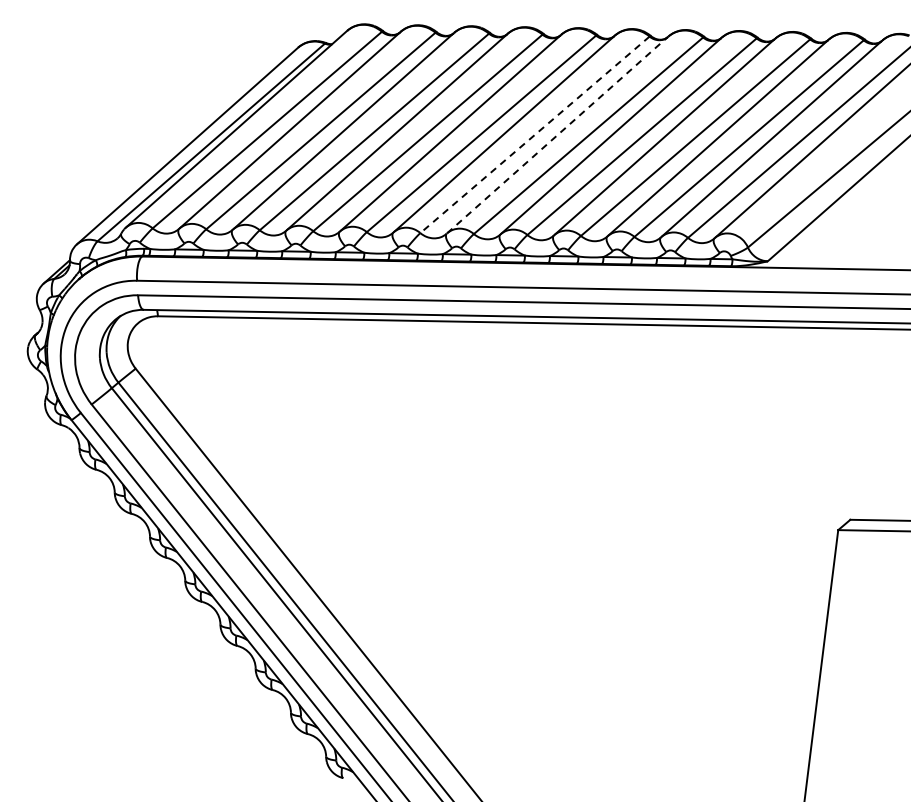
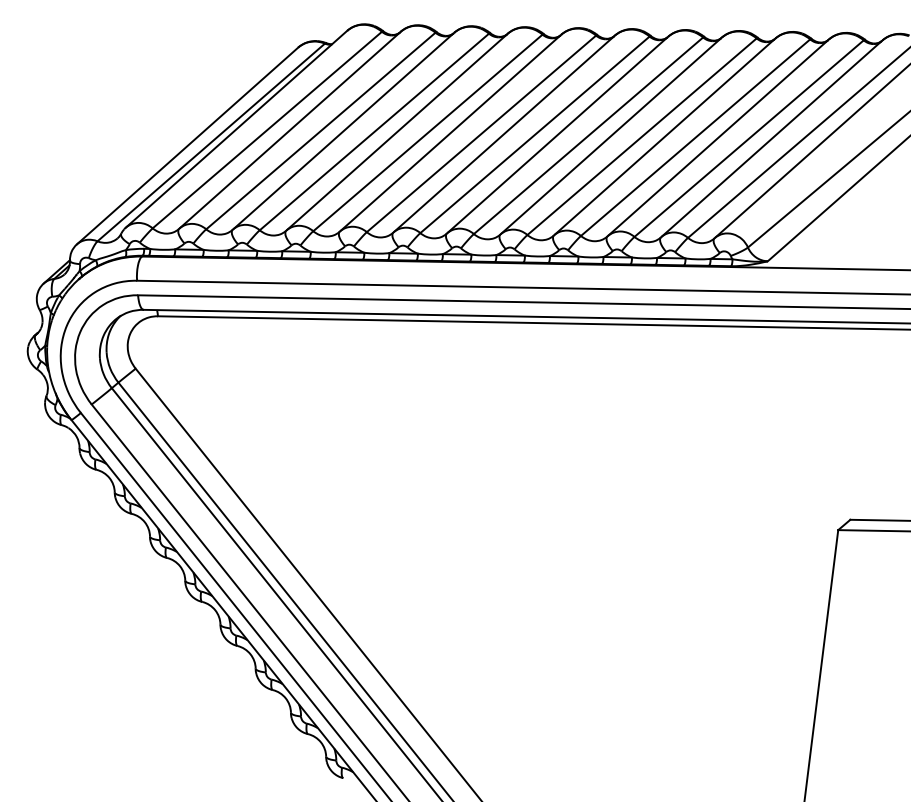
line at (535, 134): dashed -> solid
line at (558, 134): dashed -> solid
